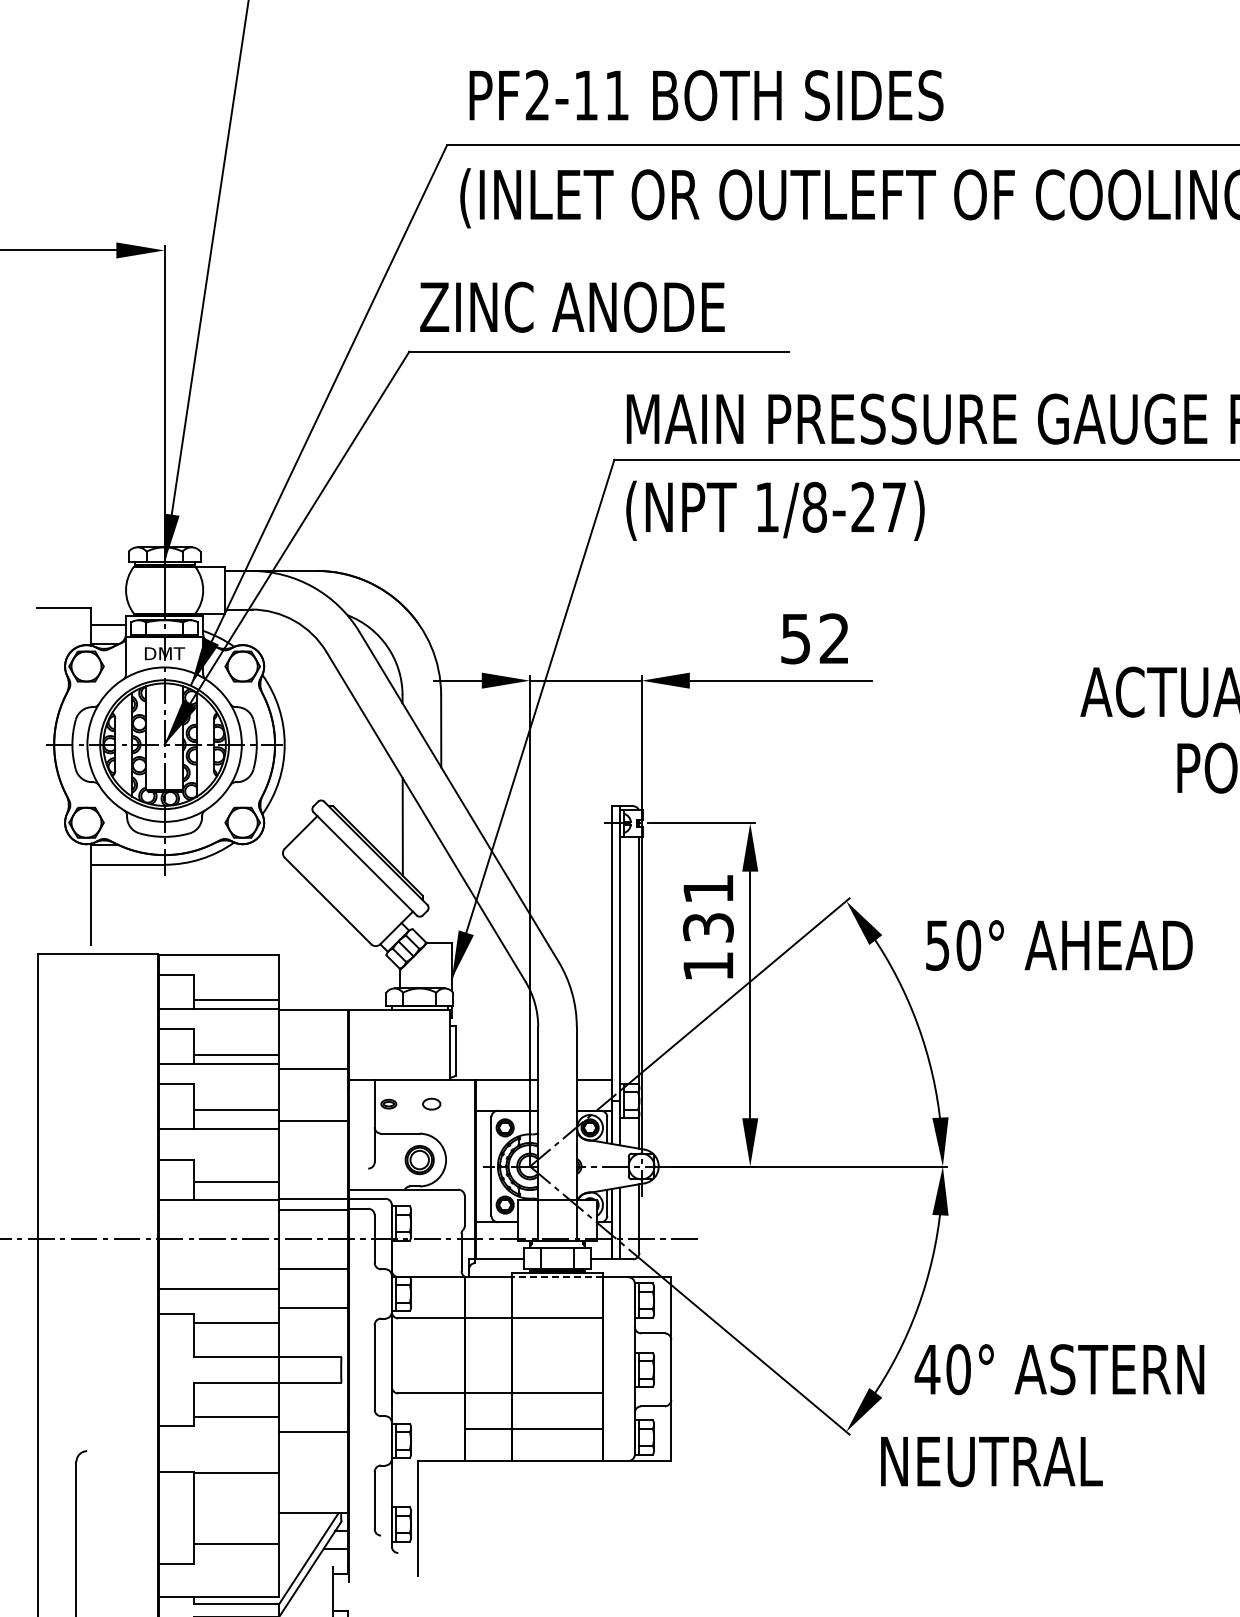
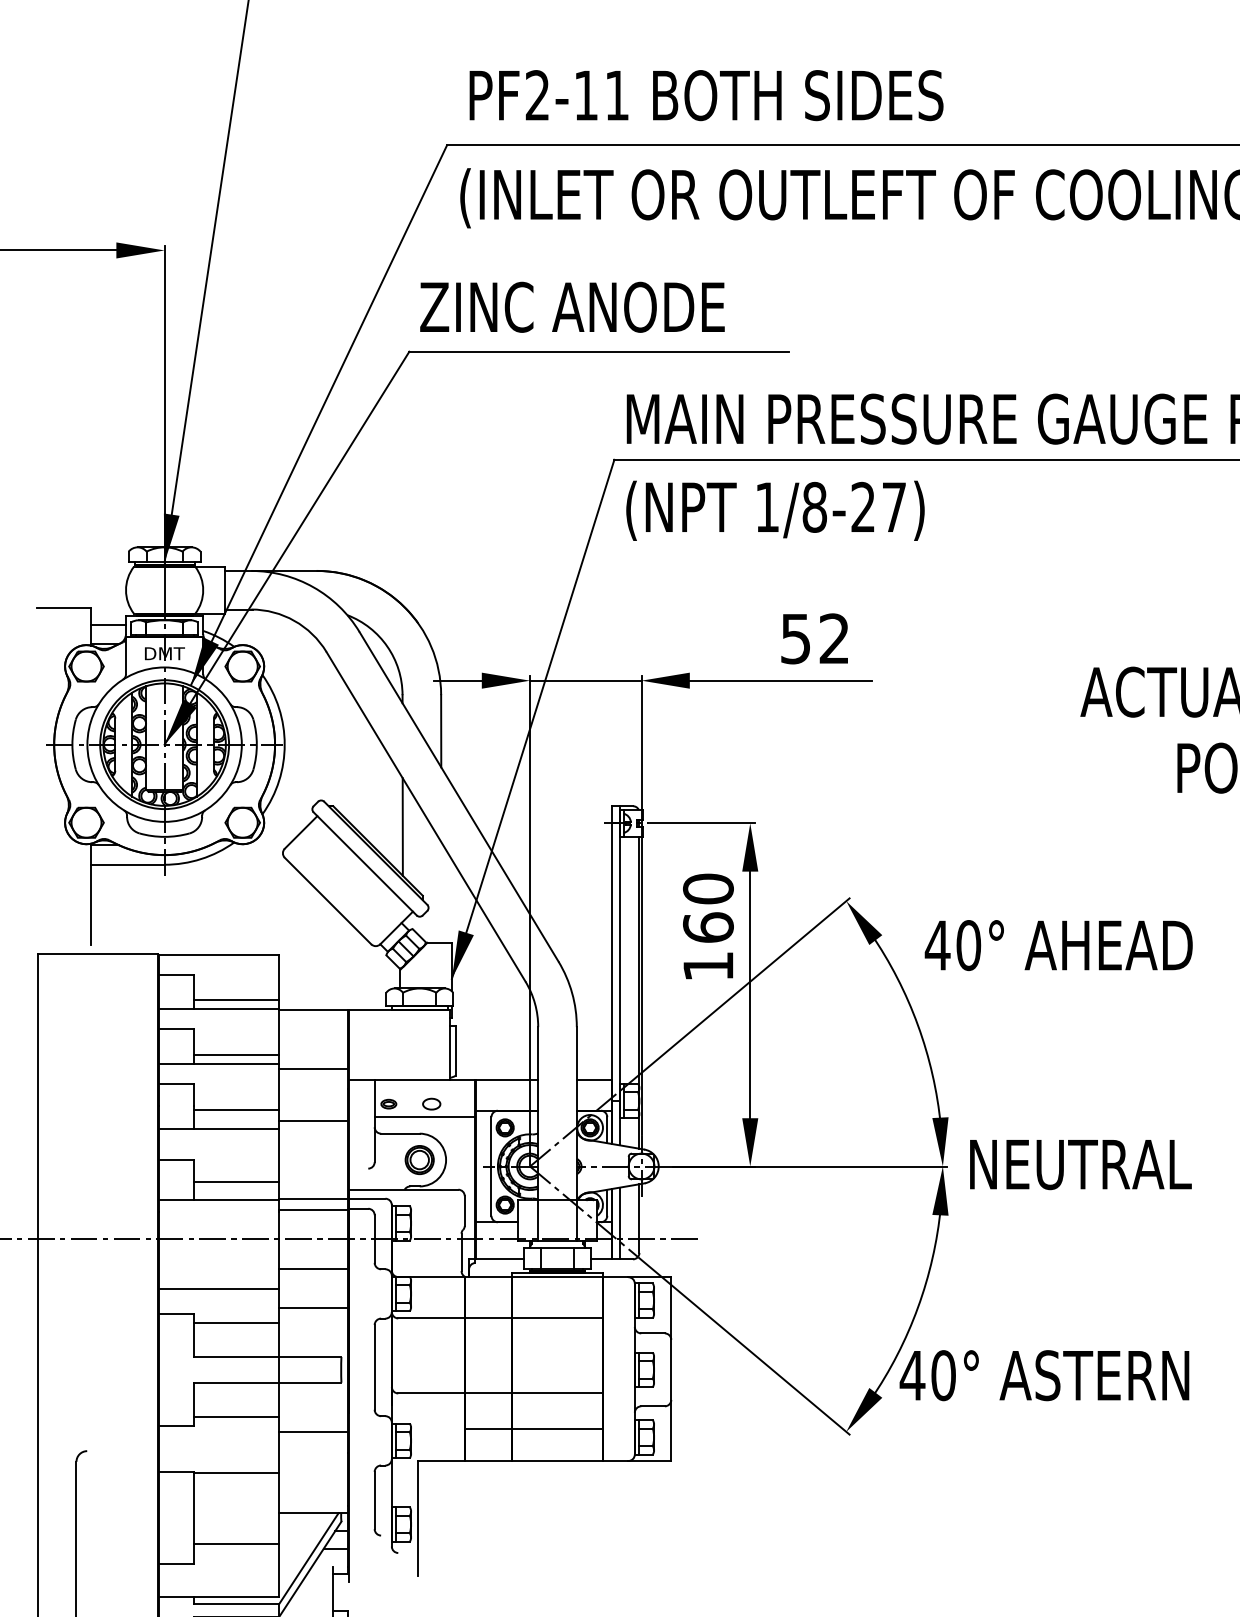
text at (708, 907): 131 -> 160
text at (937, 945): 50° -> 40°
line at (424, 1116): none -> present
line at (557, 1277): dashed -> solid
text at (1059, 1369) position: (1059, 1369) -> (1044, 1375)
text at (991, 1462) position: (991, 1462) -> (1080, 1165)
